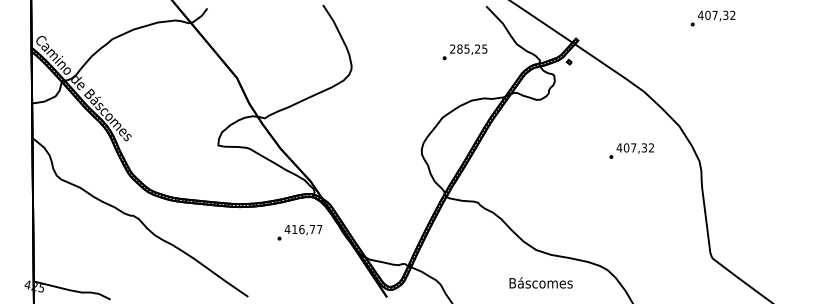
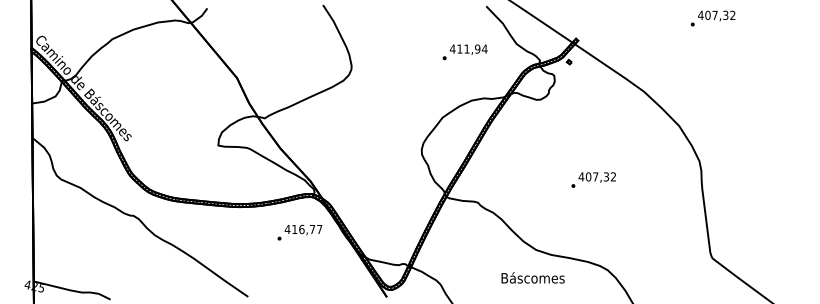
text at (468, 48): 285,25 -> 411,94
text at (631, 150) position: (631, 150) -> (593, 179)
text at (540, 282) position: (540, 282) -> (532, 277)
